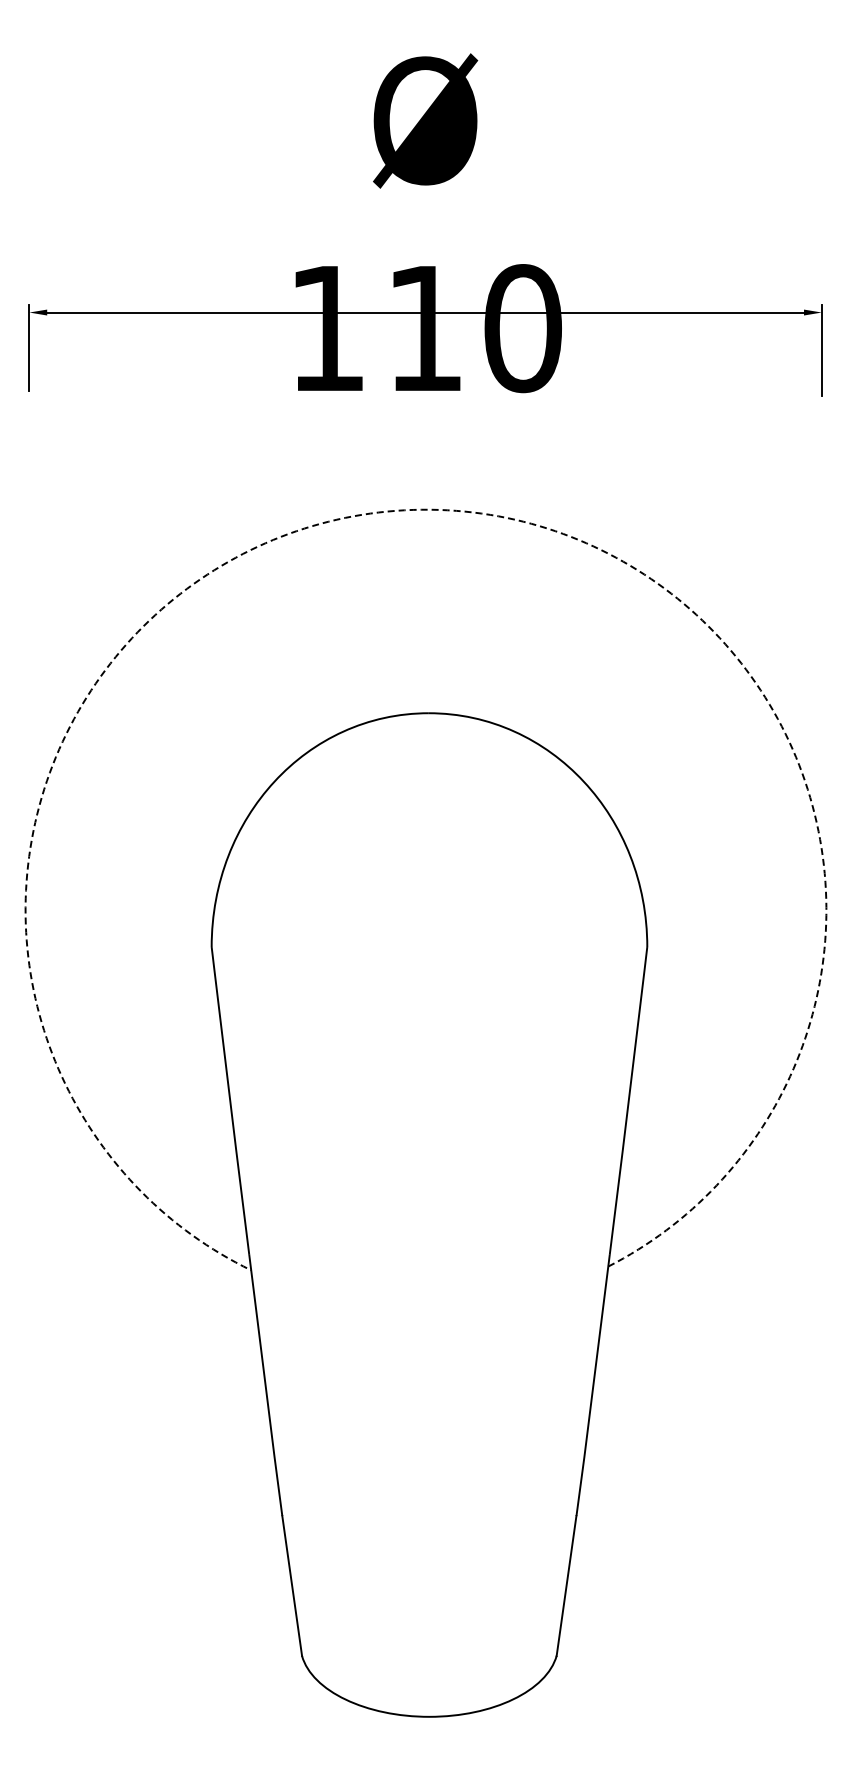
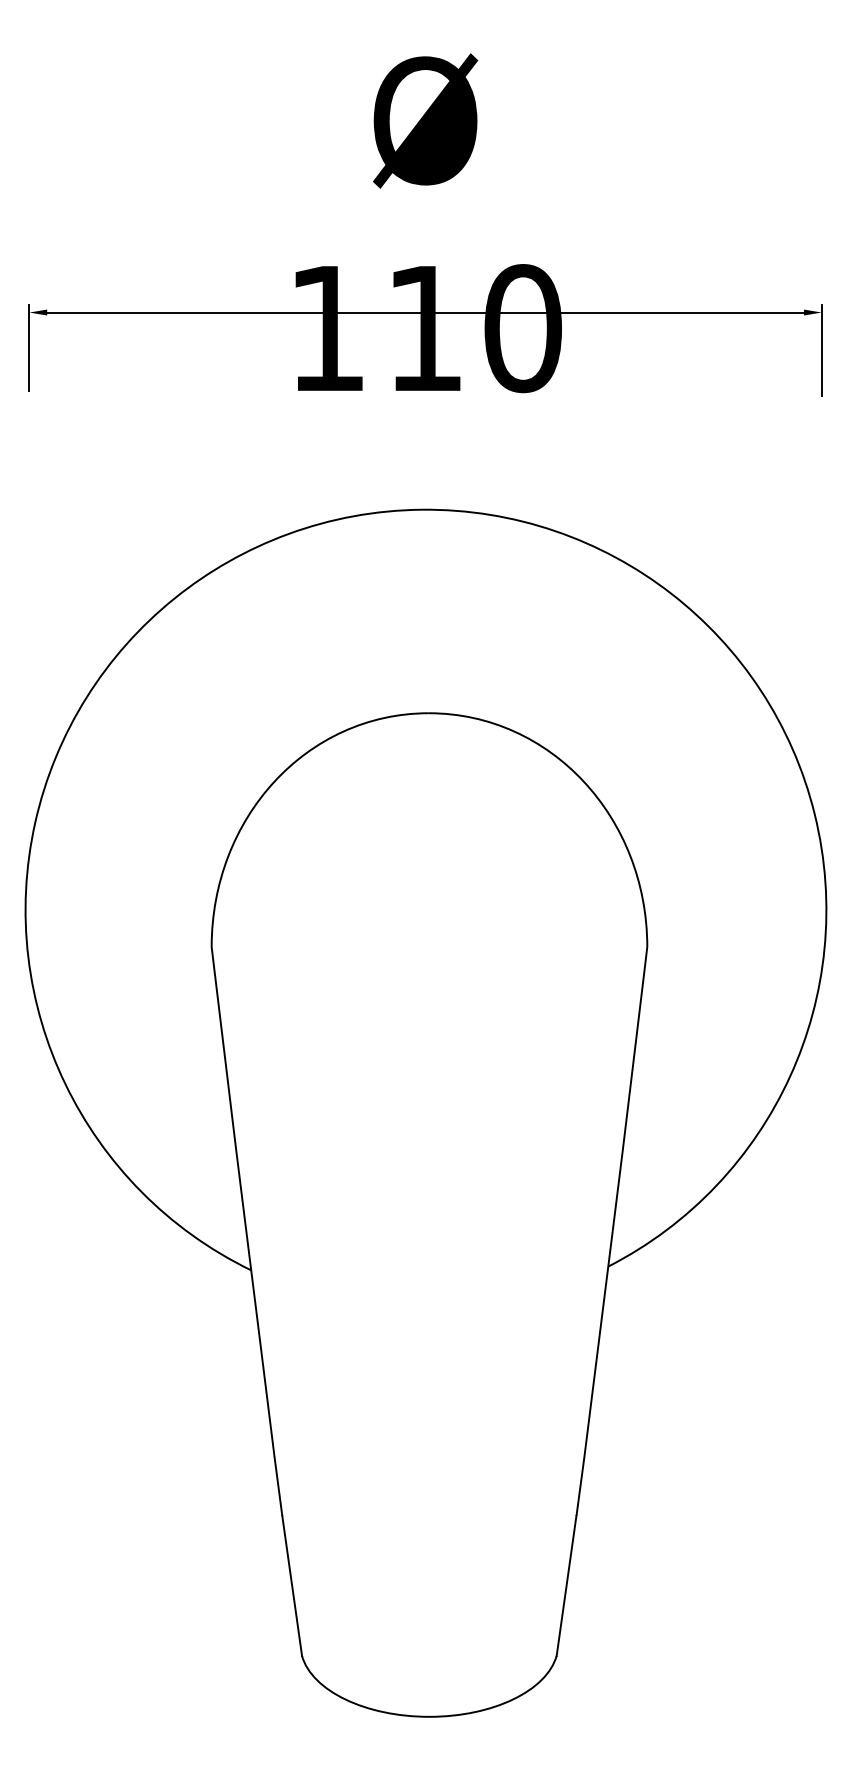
arc at (421, 509): dashed -> solid
